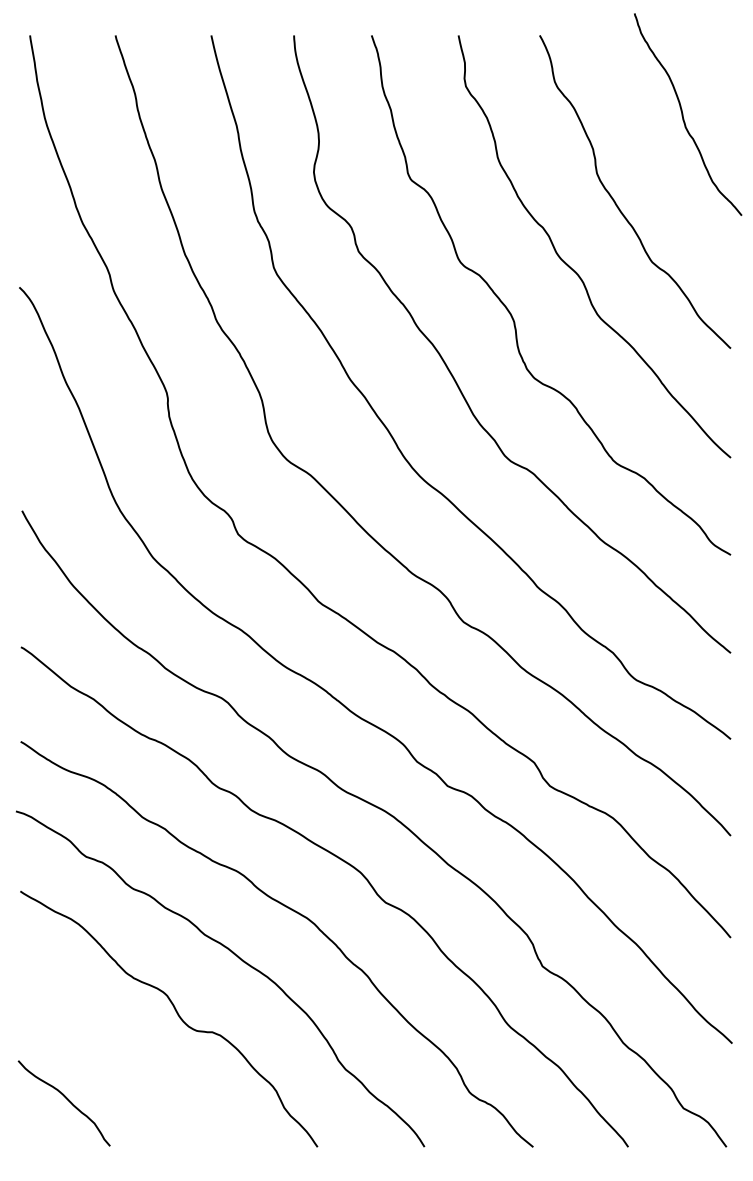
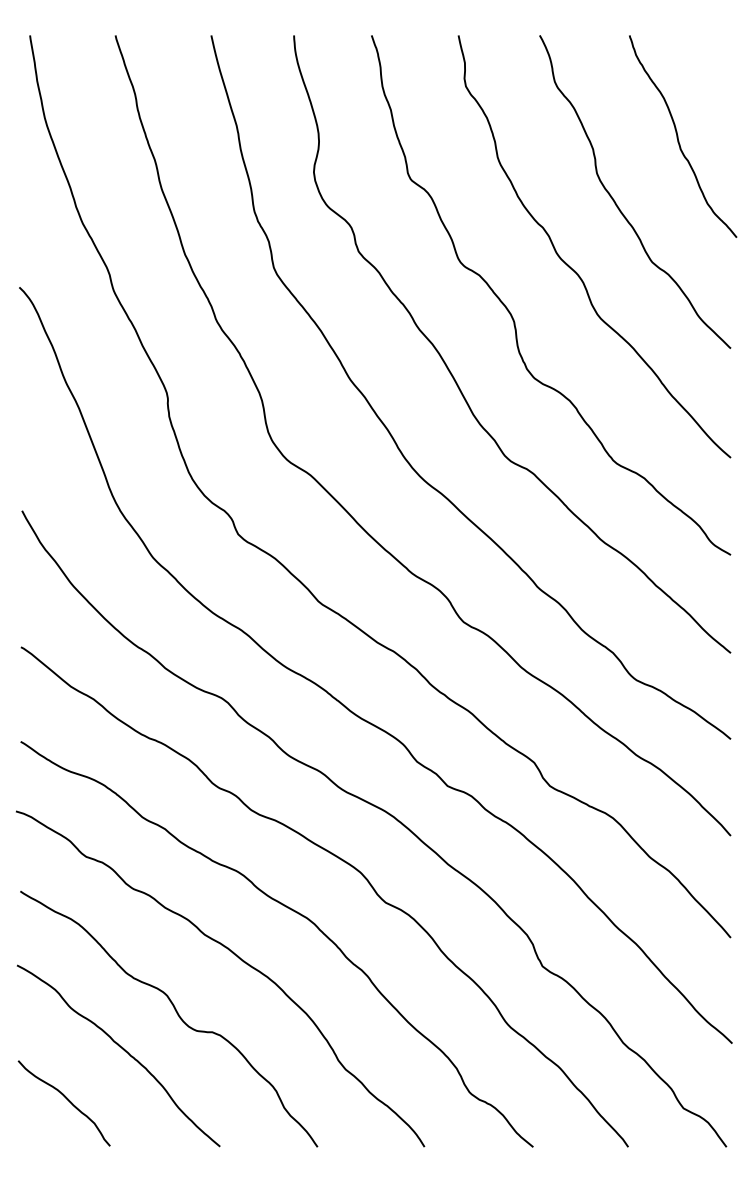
curve at (683, 114) position: (683, 114) -> (678, 136)
curve at (123, 1050): none -> present
